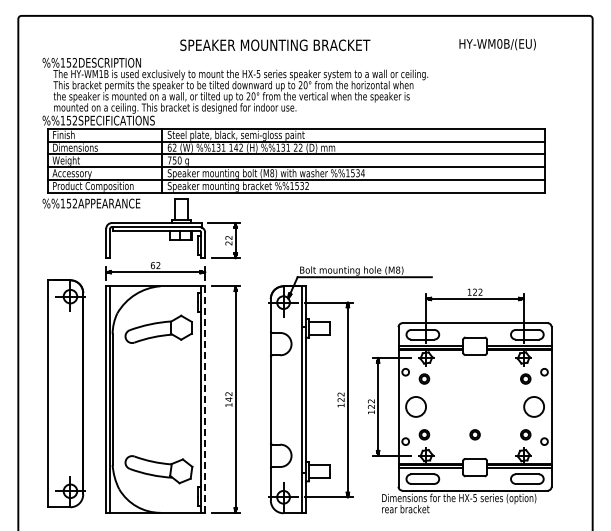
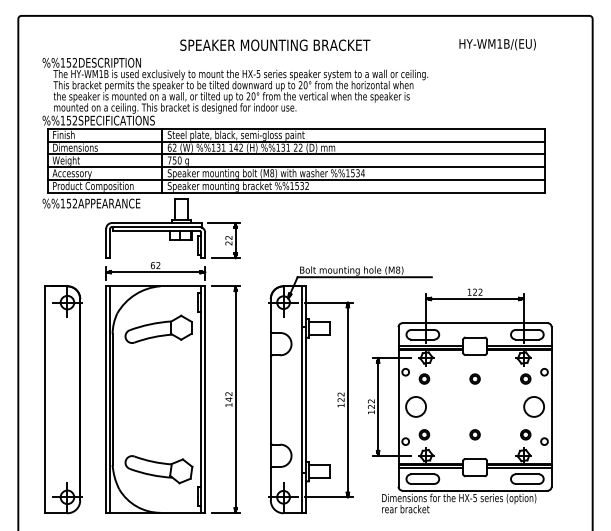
text at (499, 43): HY-WM0B/(EU) -> HY-WM1B/(EU)
part at (474, 378): none -> present
part at (66, 393) position: (66, 393) -> (63, 399)
line at (205, 399): dashed -> solid
